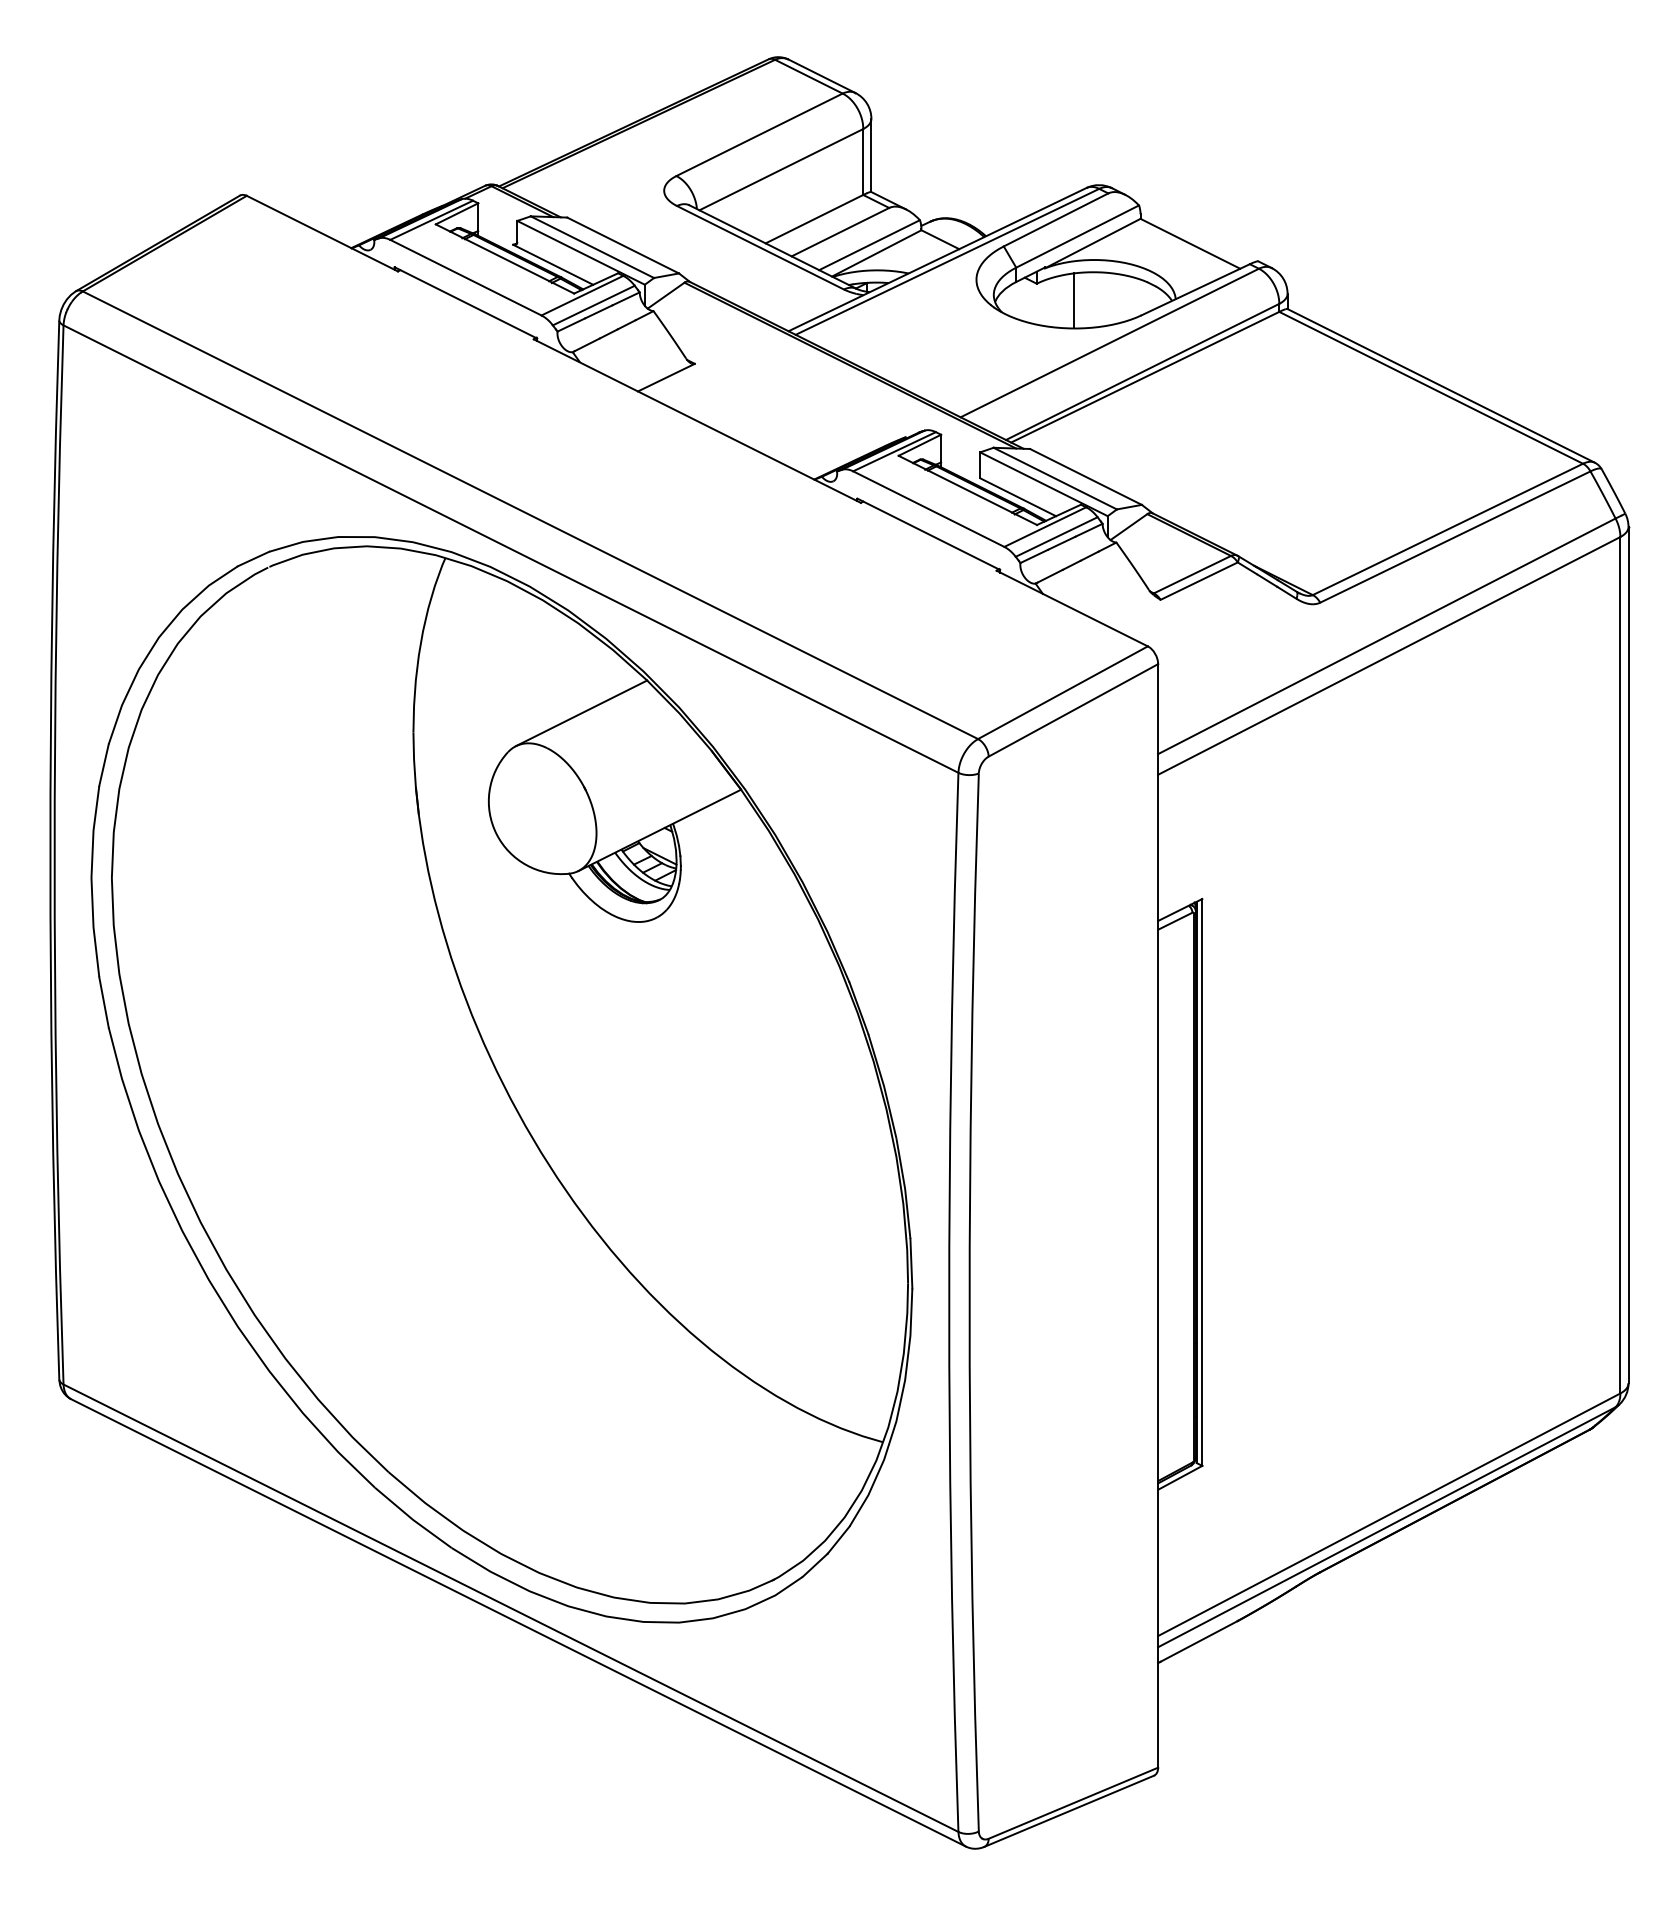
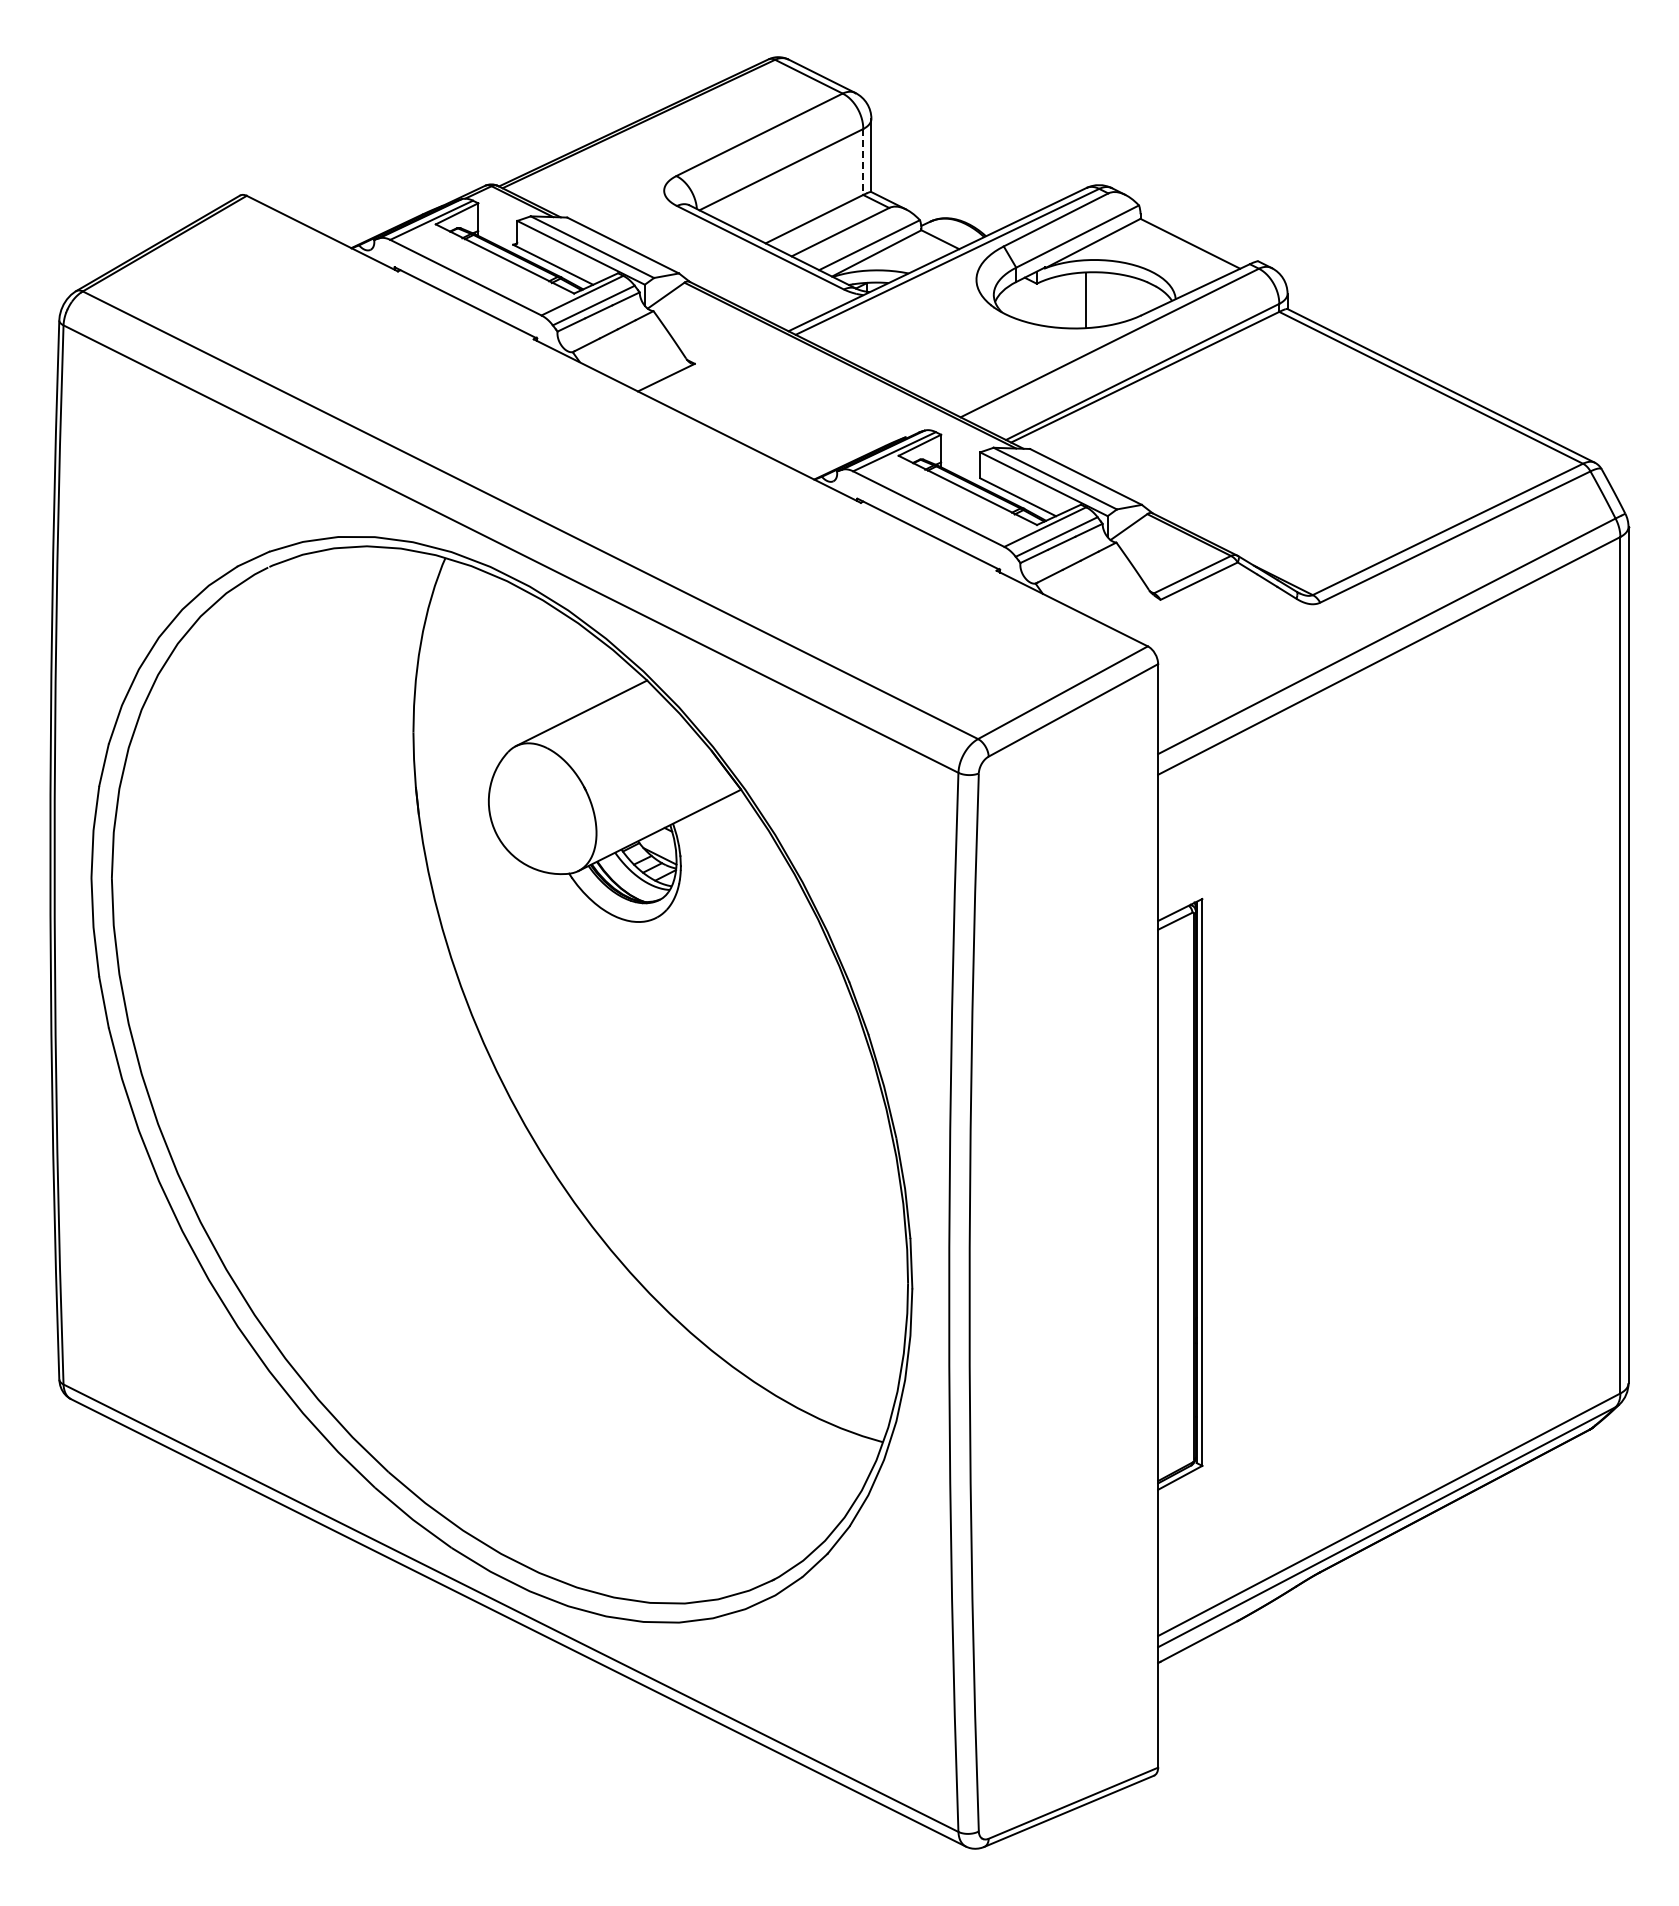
line at (863, 162): solid -> dashed
line at (1073, 300) position: (1073, 300) -> (1085, 300)
